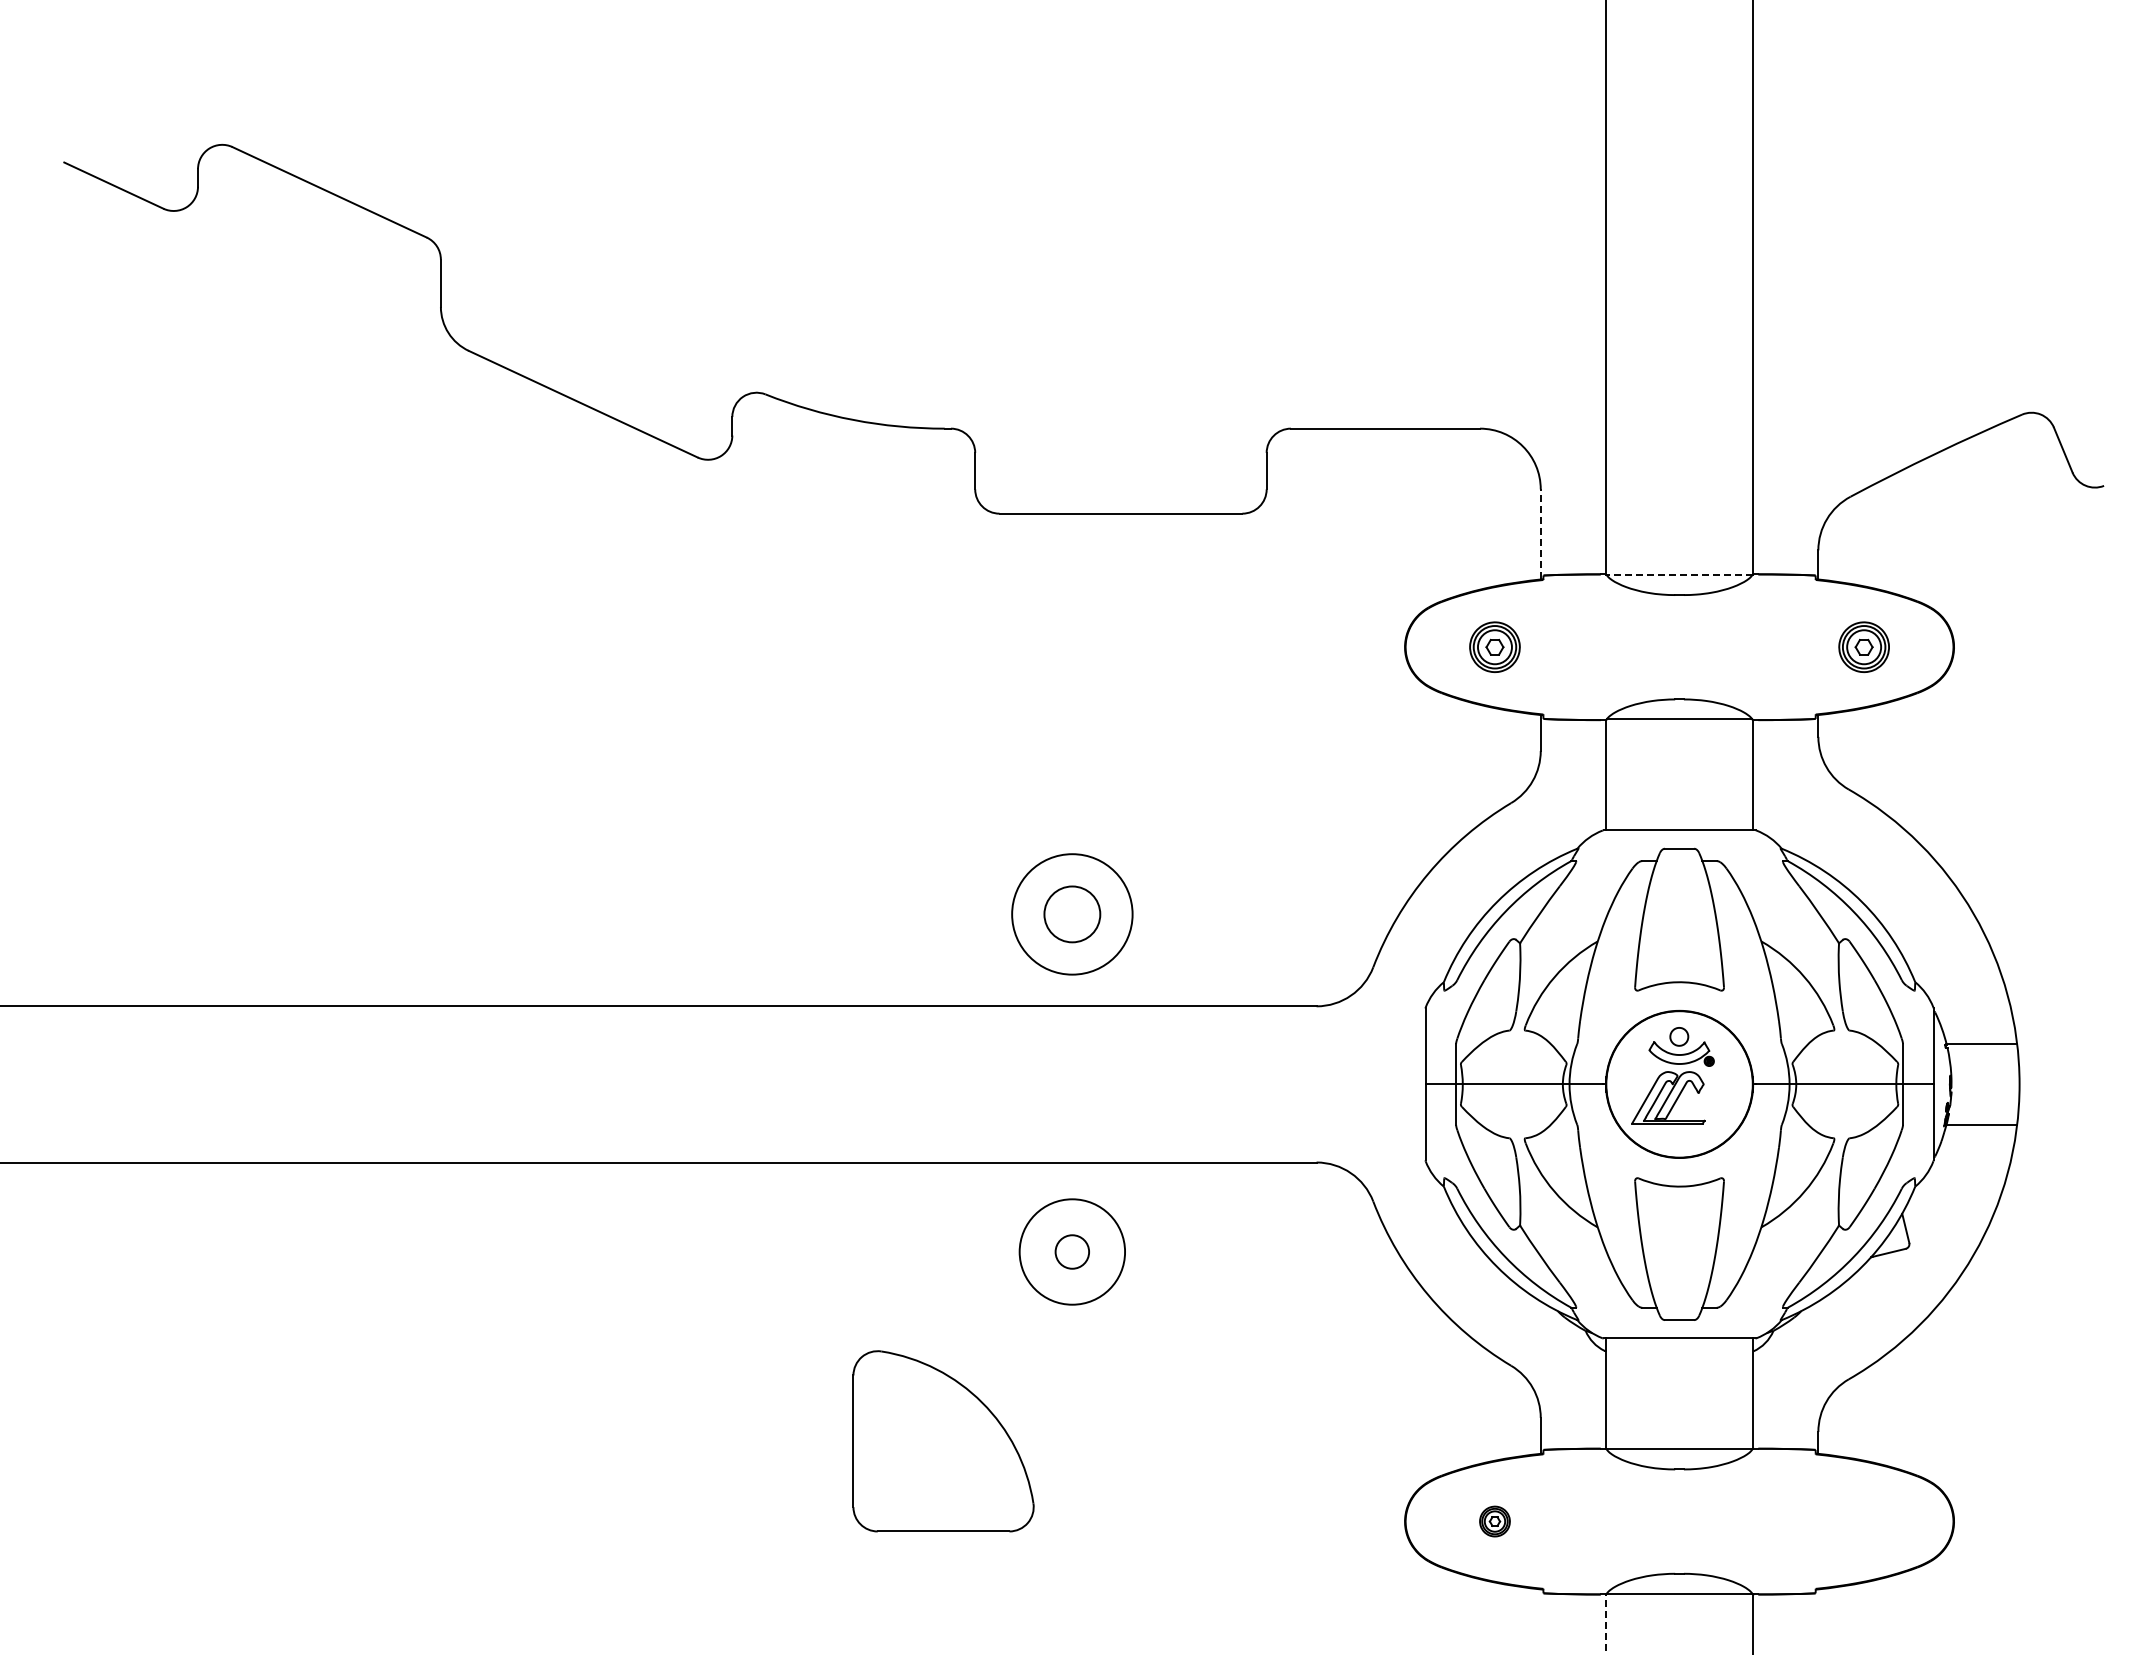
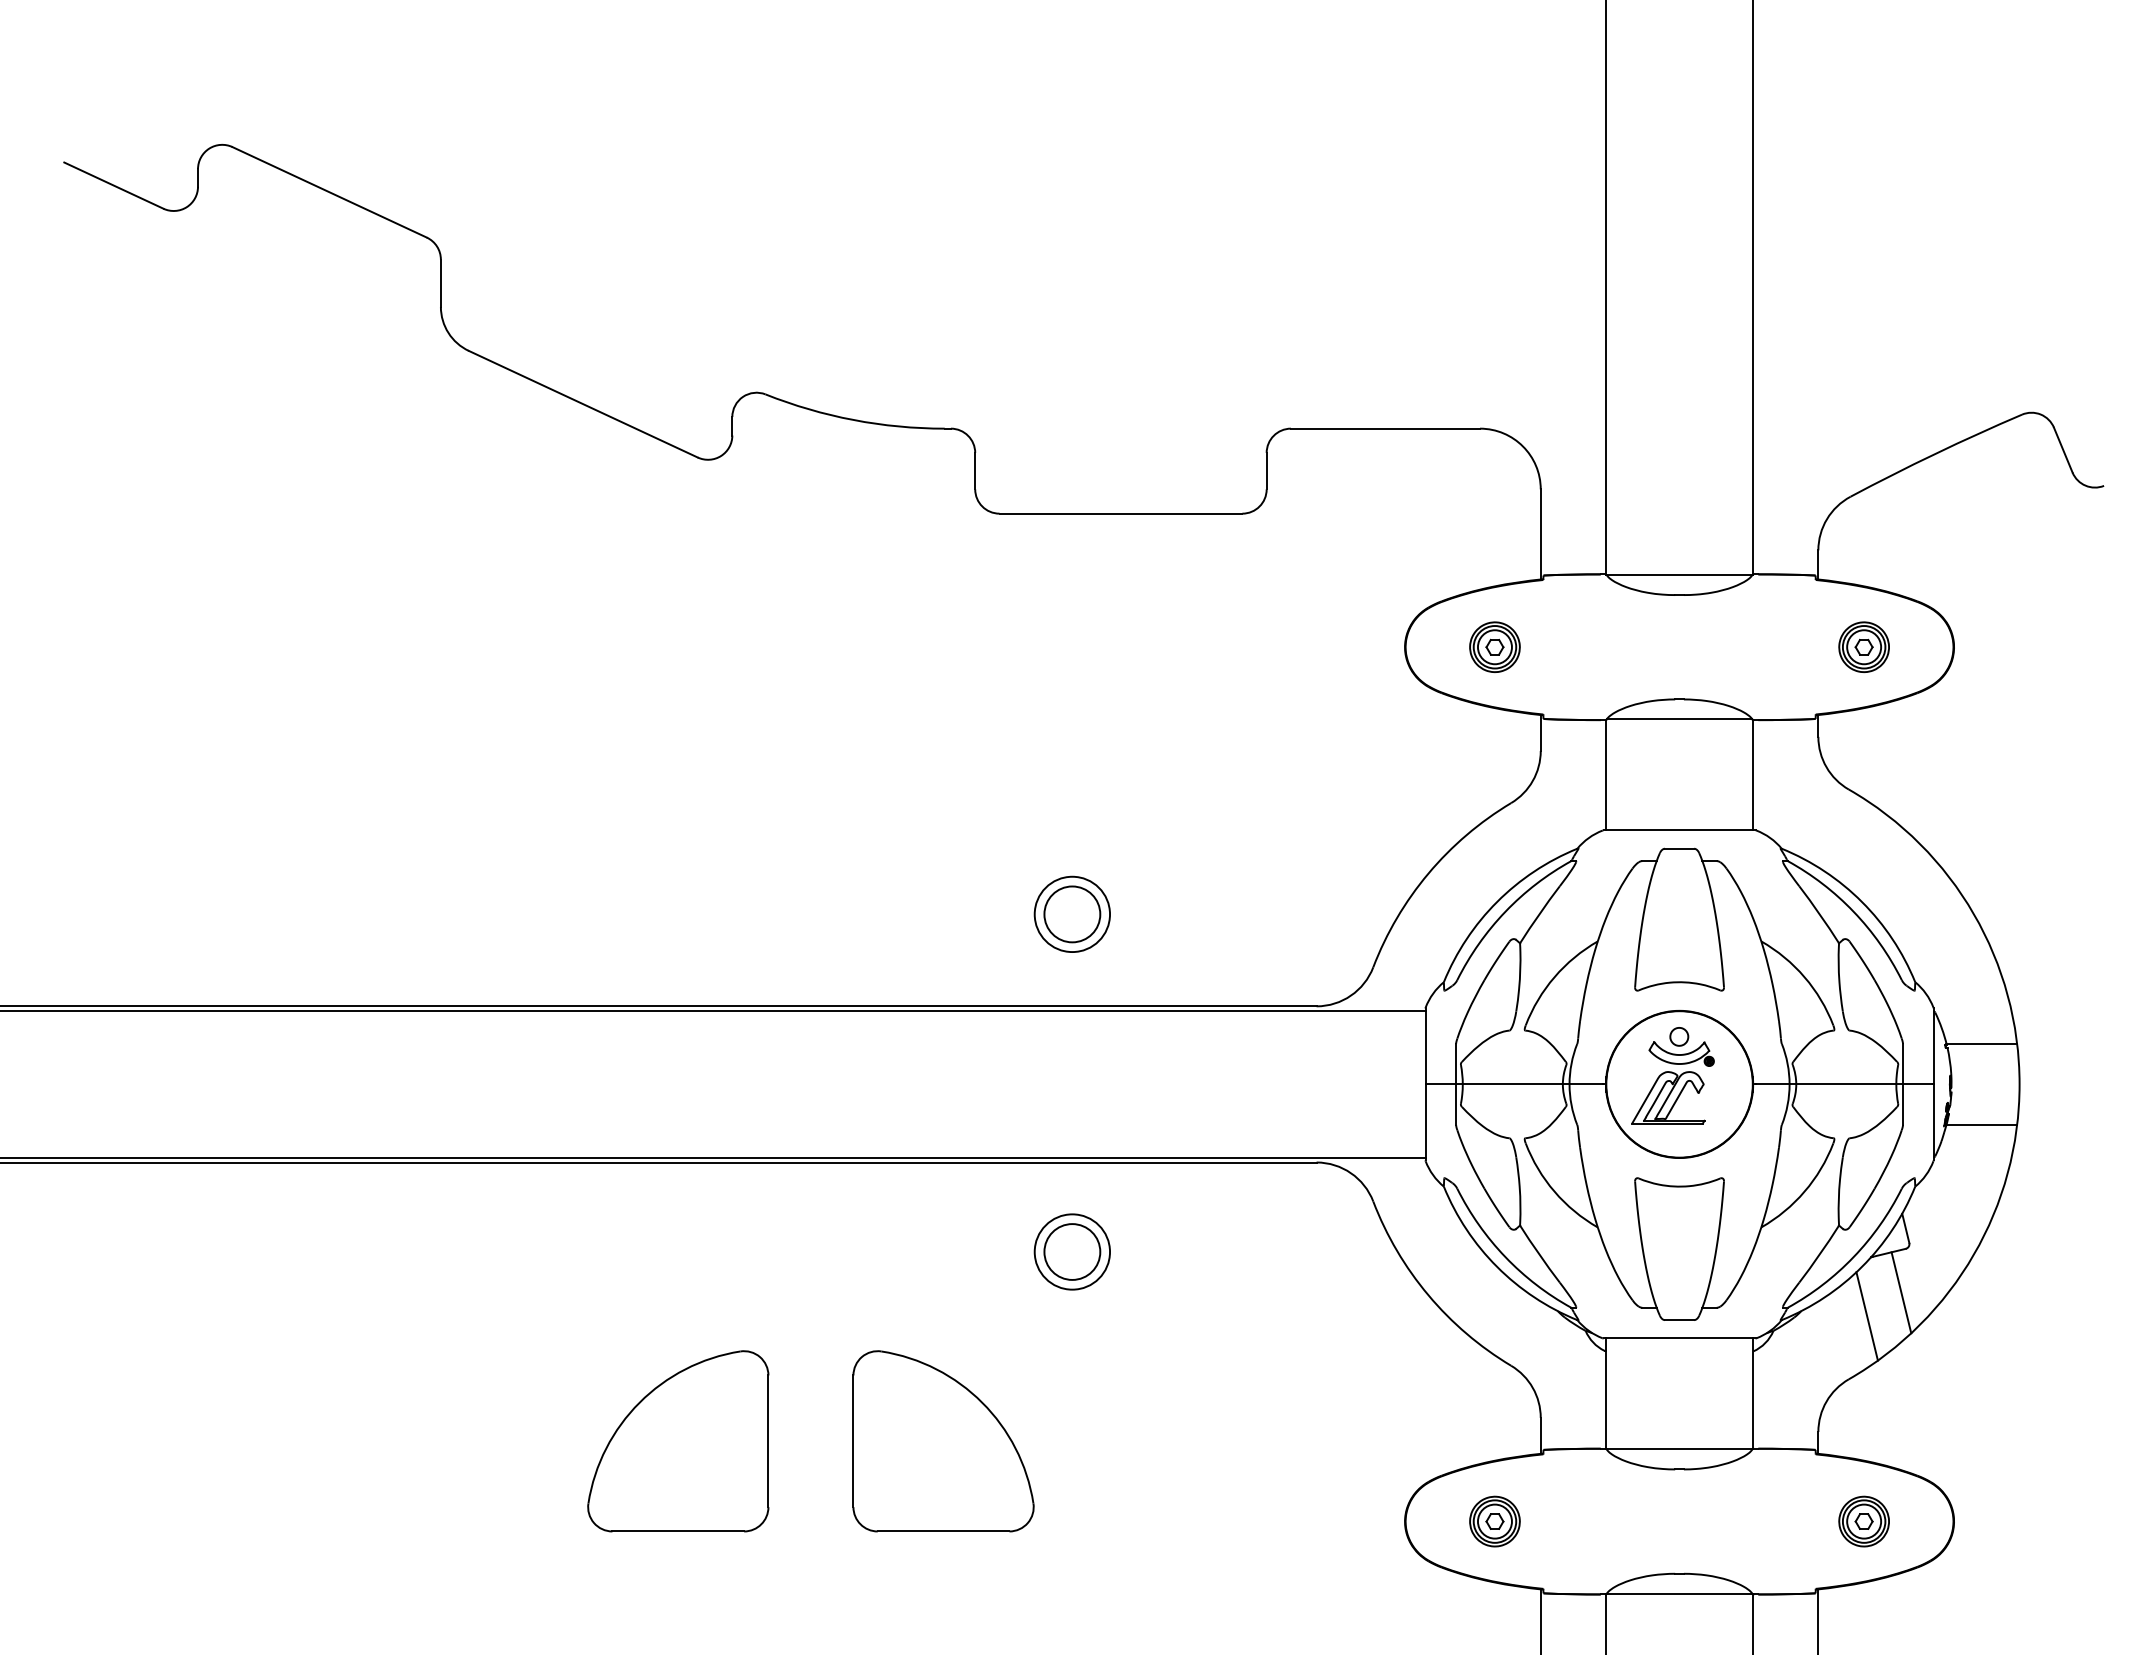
line at (1540, 533): dashed -> solid
line at (1679, 574): dashed -> solid
circle at (1072, 914) diameter: 120 px -> 75 px
line at (713, 1011): none -> present
line at (713, 1157): none -> present
circle at (1072, 1251) diameter: 105 px -> 75 px
circle at (1072, 1251) diameter: 34 px -> 56 px
line at (1901, 1292): none -> present
line at (1866, 1316): none -> present
part at (678, 1441): none -> present
part at (1494, 1521) size: 32x33 px -> 52x53 px
part at (1863, 1521): none -> present
line at (1540, 1620): none -> present
line at (1818, 1620): none -> present
line at (1606, 1624): dashed -> solid
